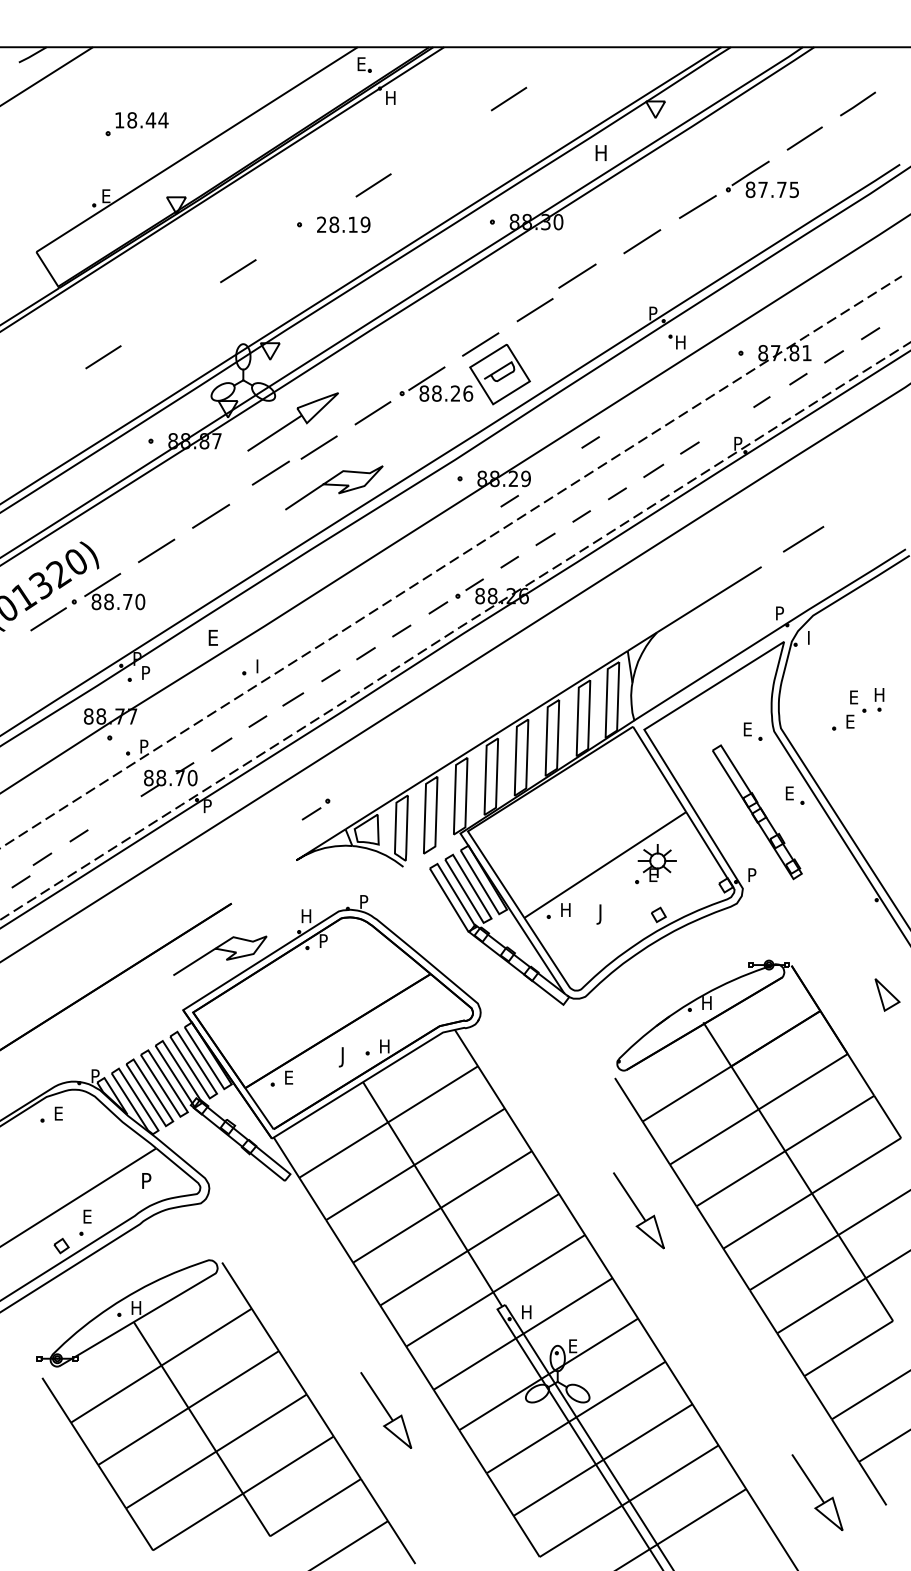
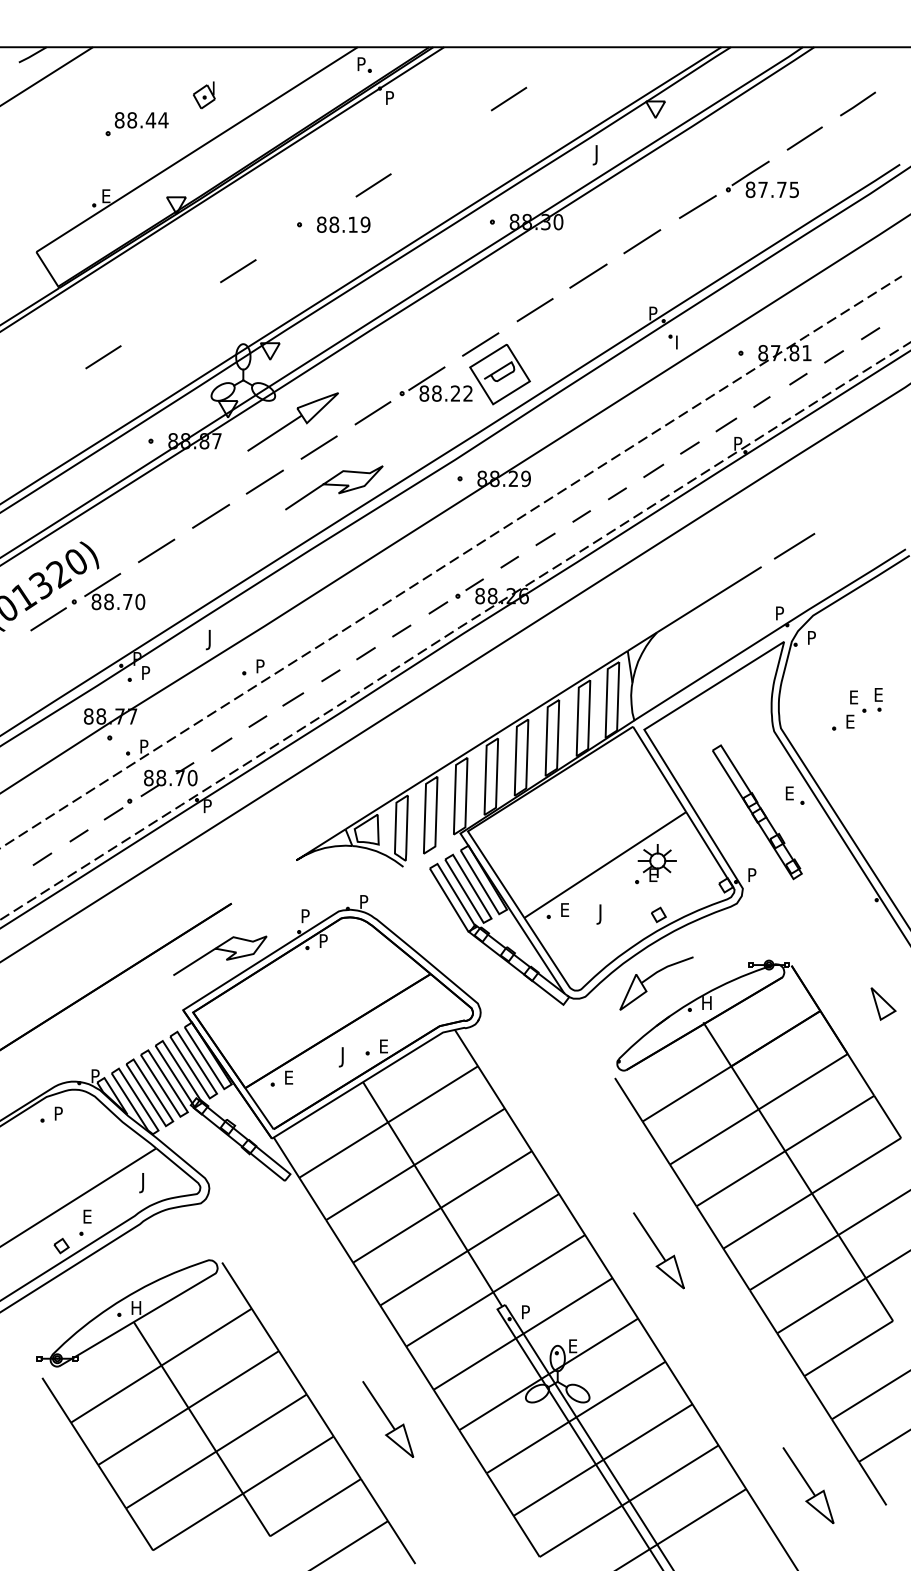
text at (362, 64): E -> P
part at (204, 95): none -> present
text at (391, 97): H -> P
text at (119, 120): 18.44 -> 88.44
text at (599, 155): H -> J
text at (321, 224): 28.19 -> 88.19
line at (577, 275) position: (577, 275) -> (588, 275)
text at (681, 342): H -> I
text at (468, 393): 88.26 -> 88.22
line at (726, 424): none -> present
line at (590, 442): present -> none
line at (270, 472) position: (270, 472) -> (264, 481)
line at (509, 501): present -> none
line at (803, 539) position: (803, 539) -> (794, 546)
text at (812, 635): I -> P
text at (211, 639): E -> J
text at (261, 663): I -> P
text at (880, 694): H -> E
part at (752, 731): present -> none
part at (315, 809) position: (315, 809) -> (117, 809)
line at (20, 881): present -> none
text at (566, 909): H -> E
text at (307, 916): H -> P
part at (651, 977): none -> present
part at (887, 994) position: (887, 994) -> (883, 1003)
text at (385, 1046): H -> E
text at (59, 1113): E -> P
text at (145, 1183): P -> J
part at (638, 1210) position: (638, 1210) -> (658, 1250)
text at (527, 1312): H -> P
part at (386, 1410) position: (386, 1410) -> (388, 1419)
part at (817, 1492) position: (817, 1492) -> (808, 1485)
